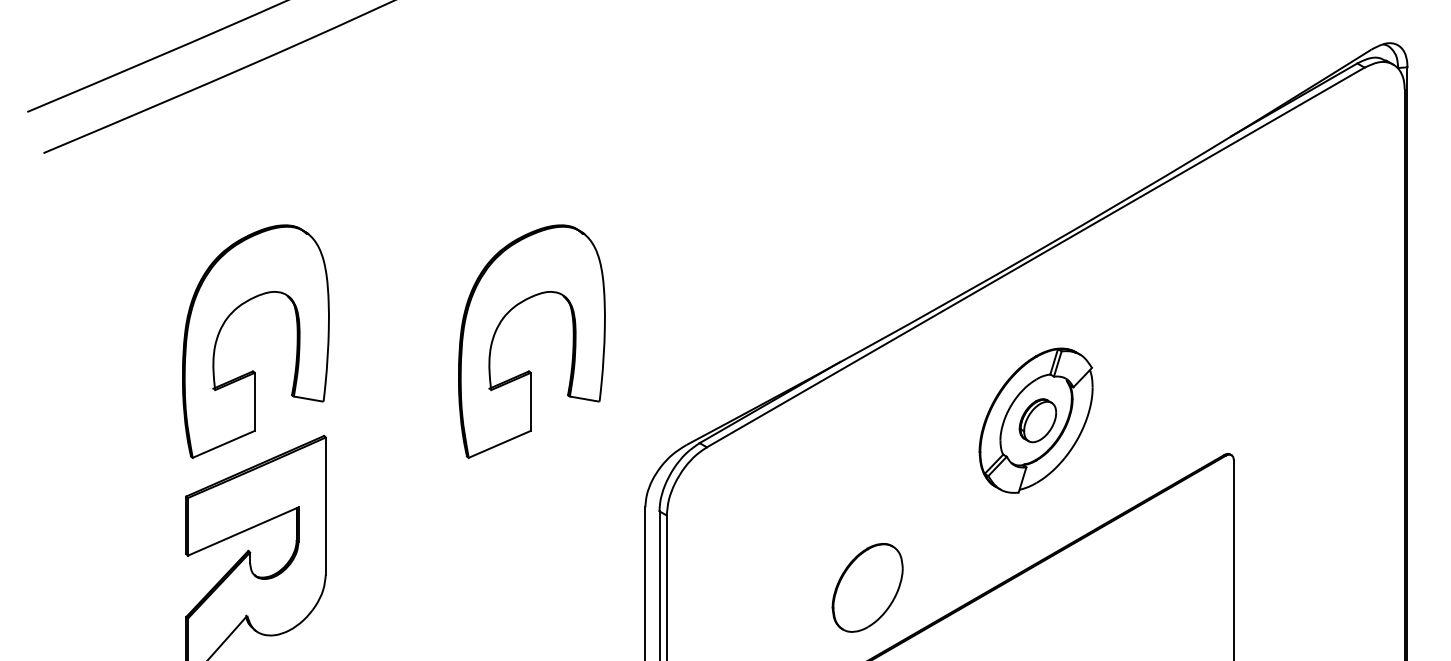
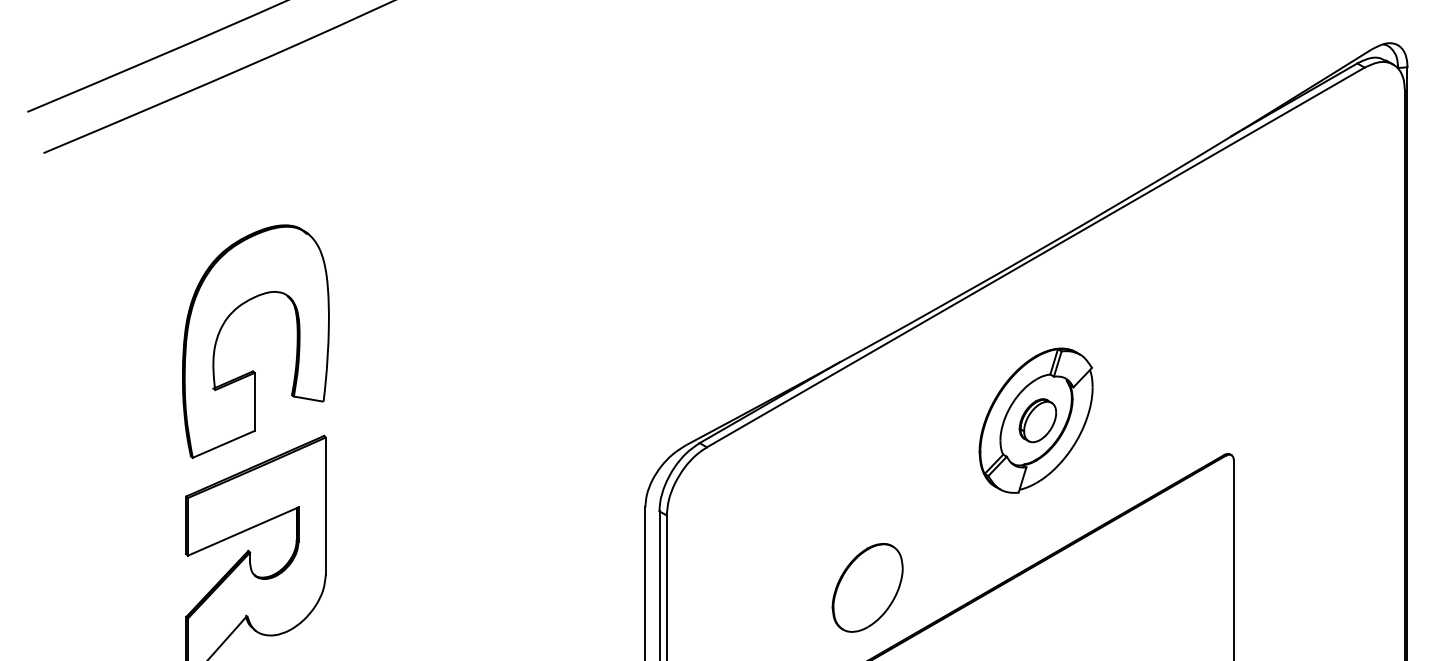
part at (529, 370): present -> none
